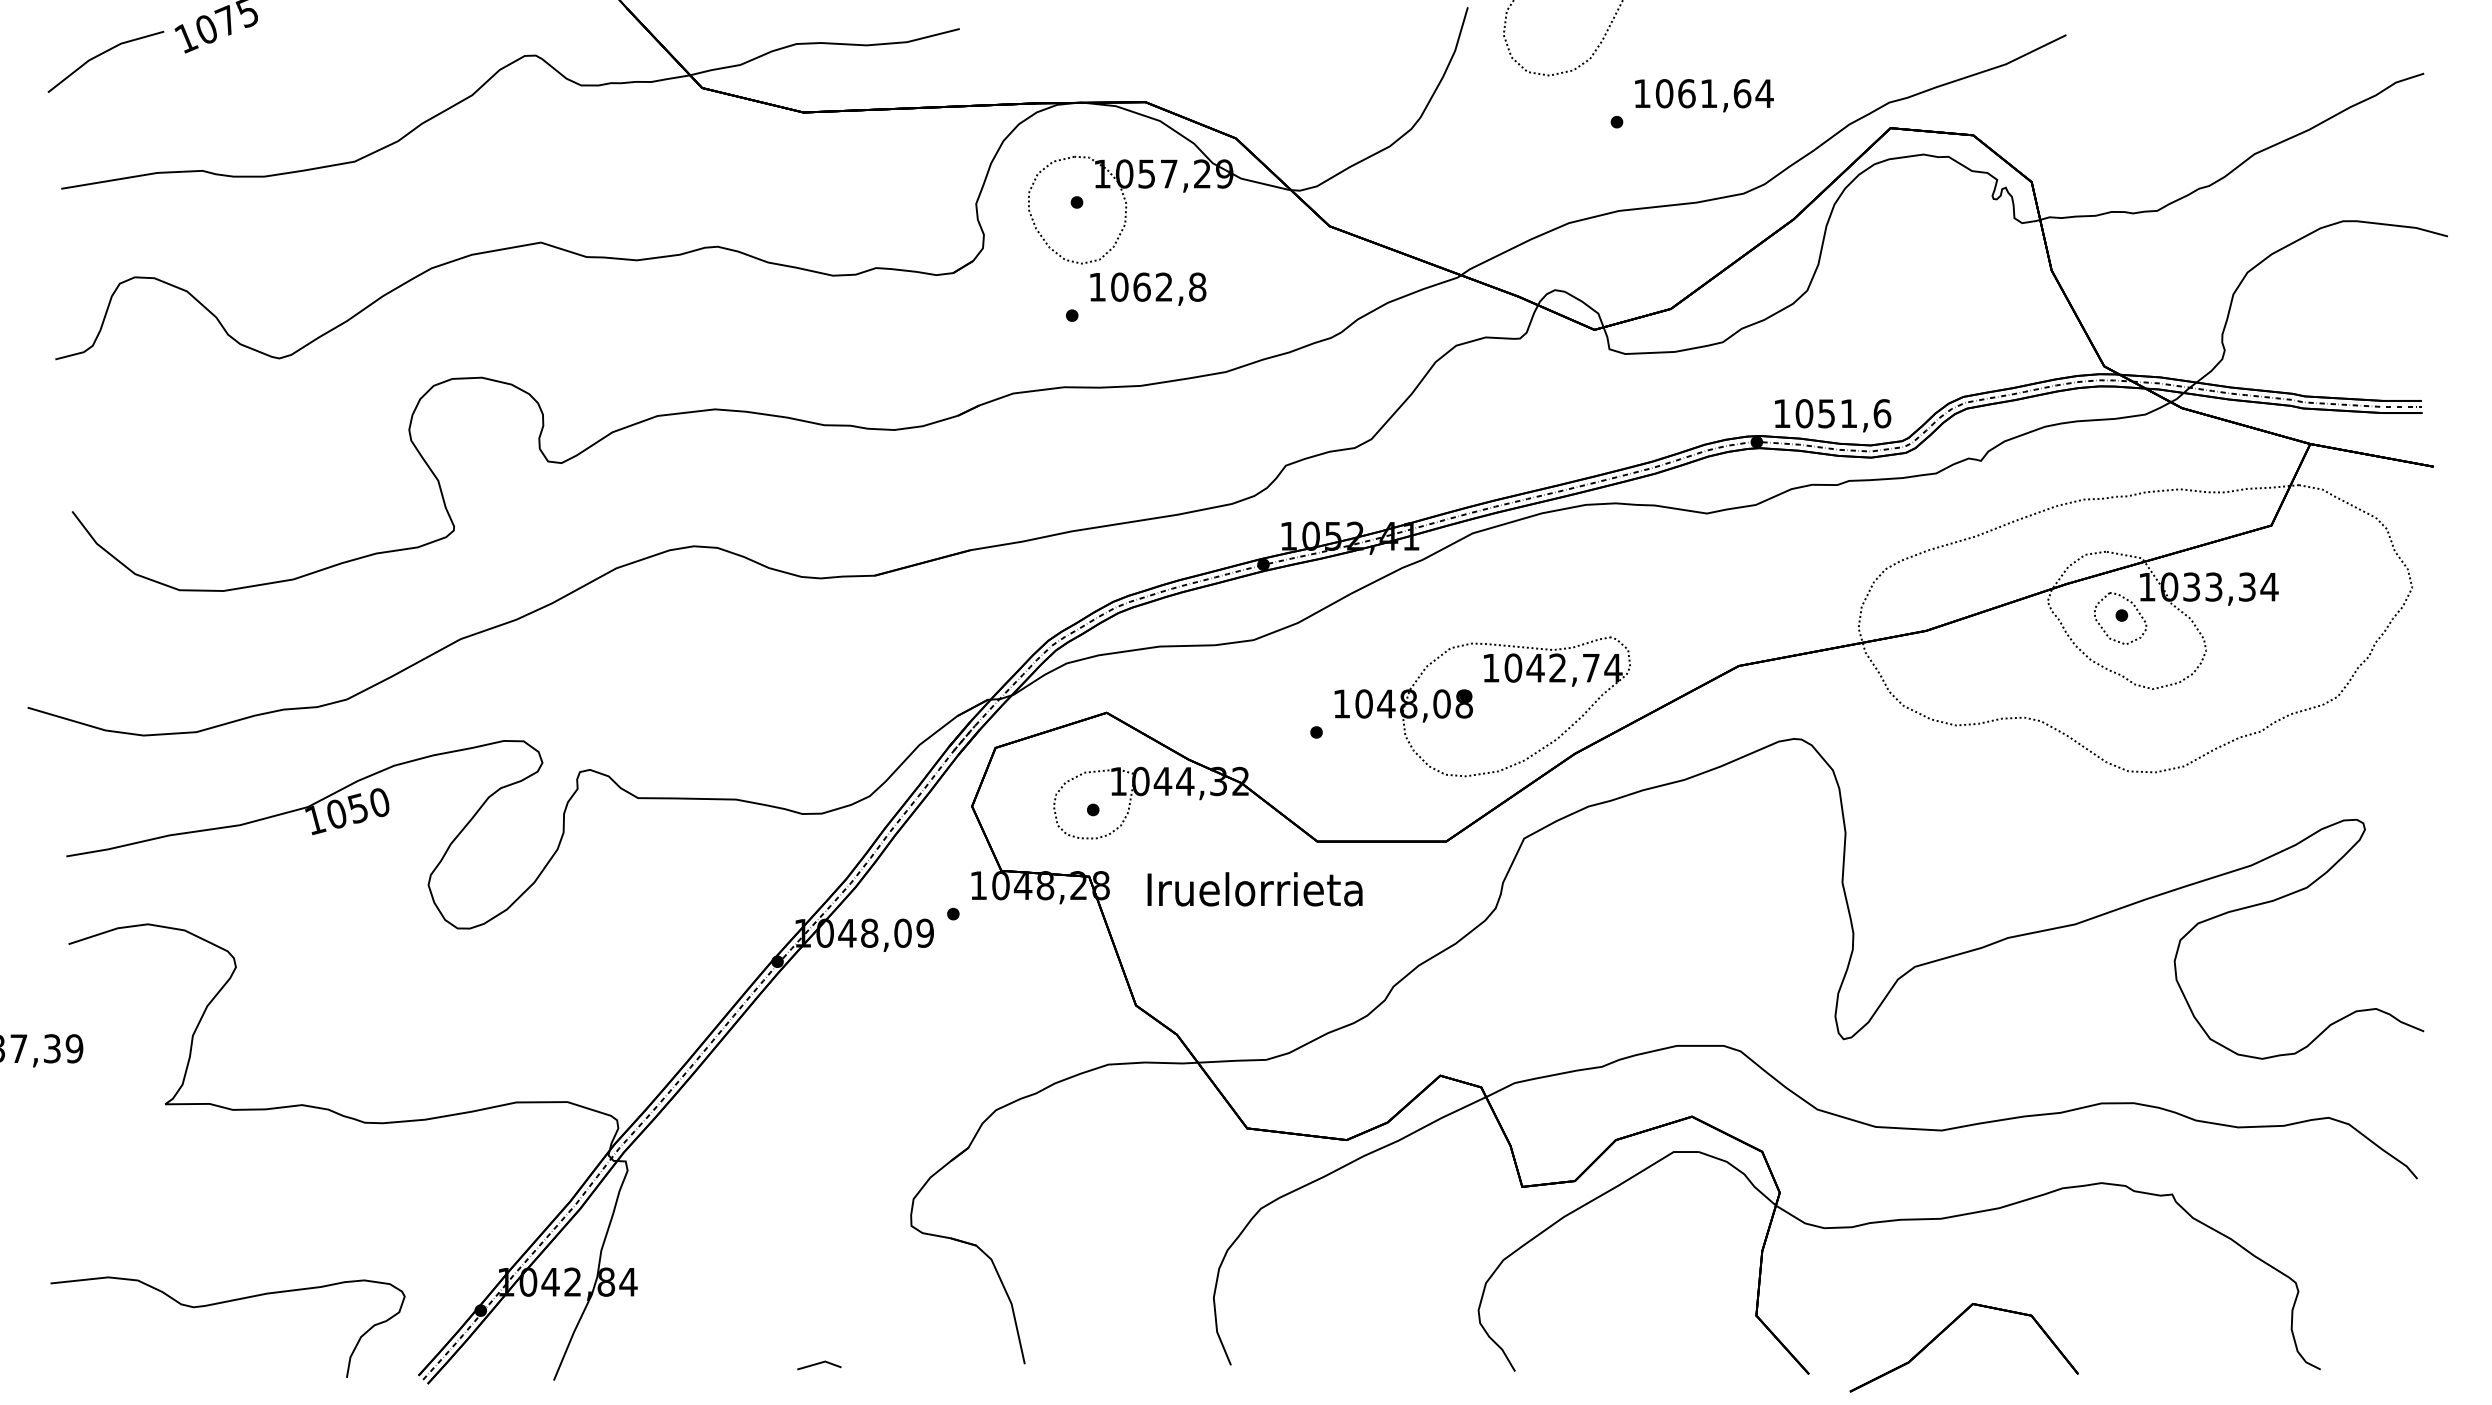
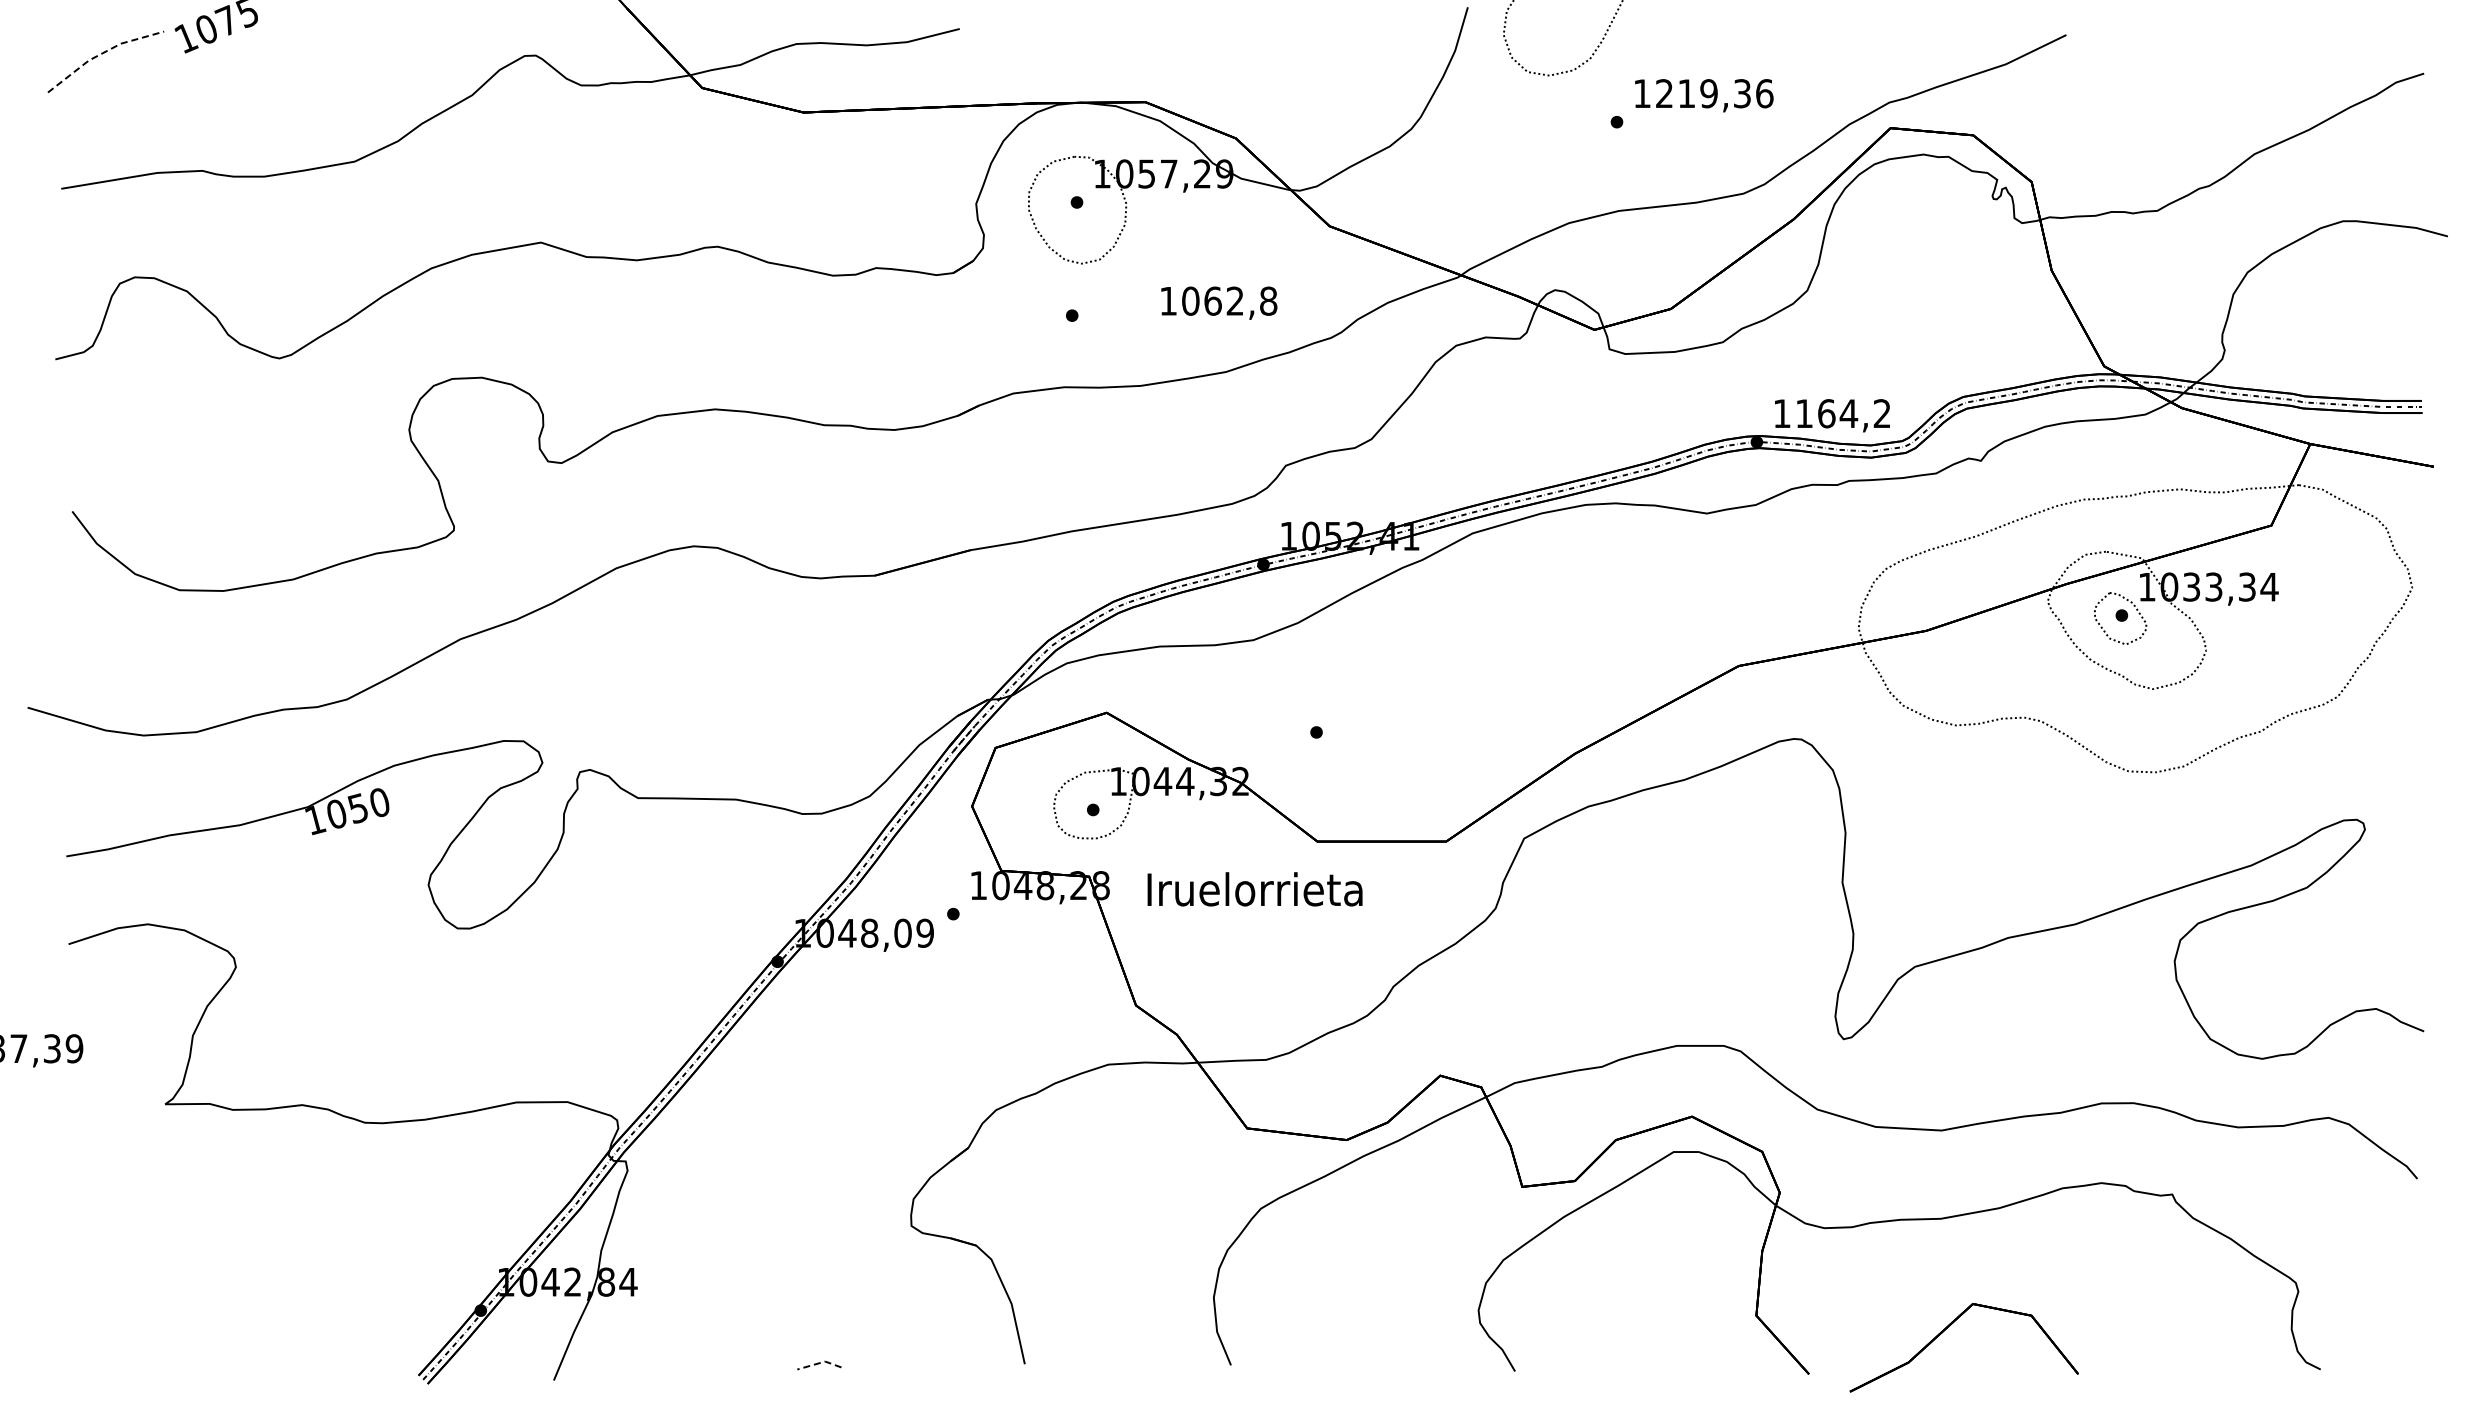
line at (101, 53): solid -> dashed
text at (1714, 93): 1061,64 -> 1219,36
text at (1148, 288) position: (1148, 288) -> (1219, 302)
text at (1843, 413): 1051,6 -> 1164,2
part at (1472, 706): present -> none
curve at (223, 1303): present -> none
line at (819, 1363): solid -> dashed
